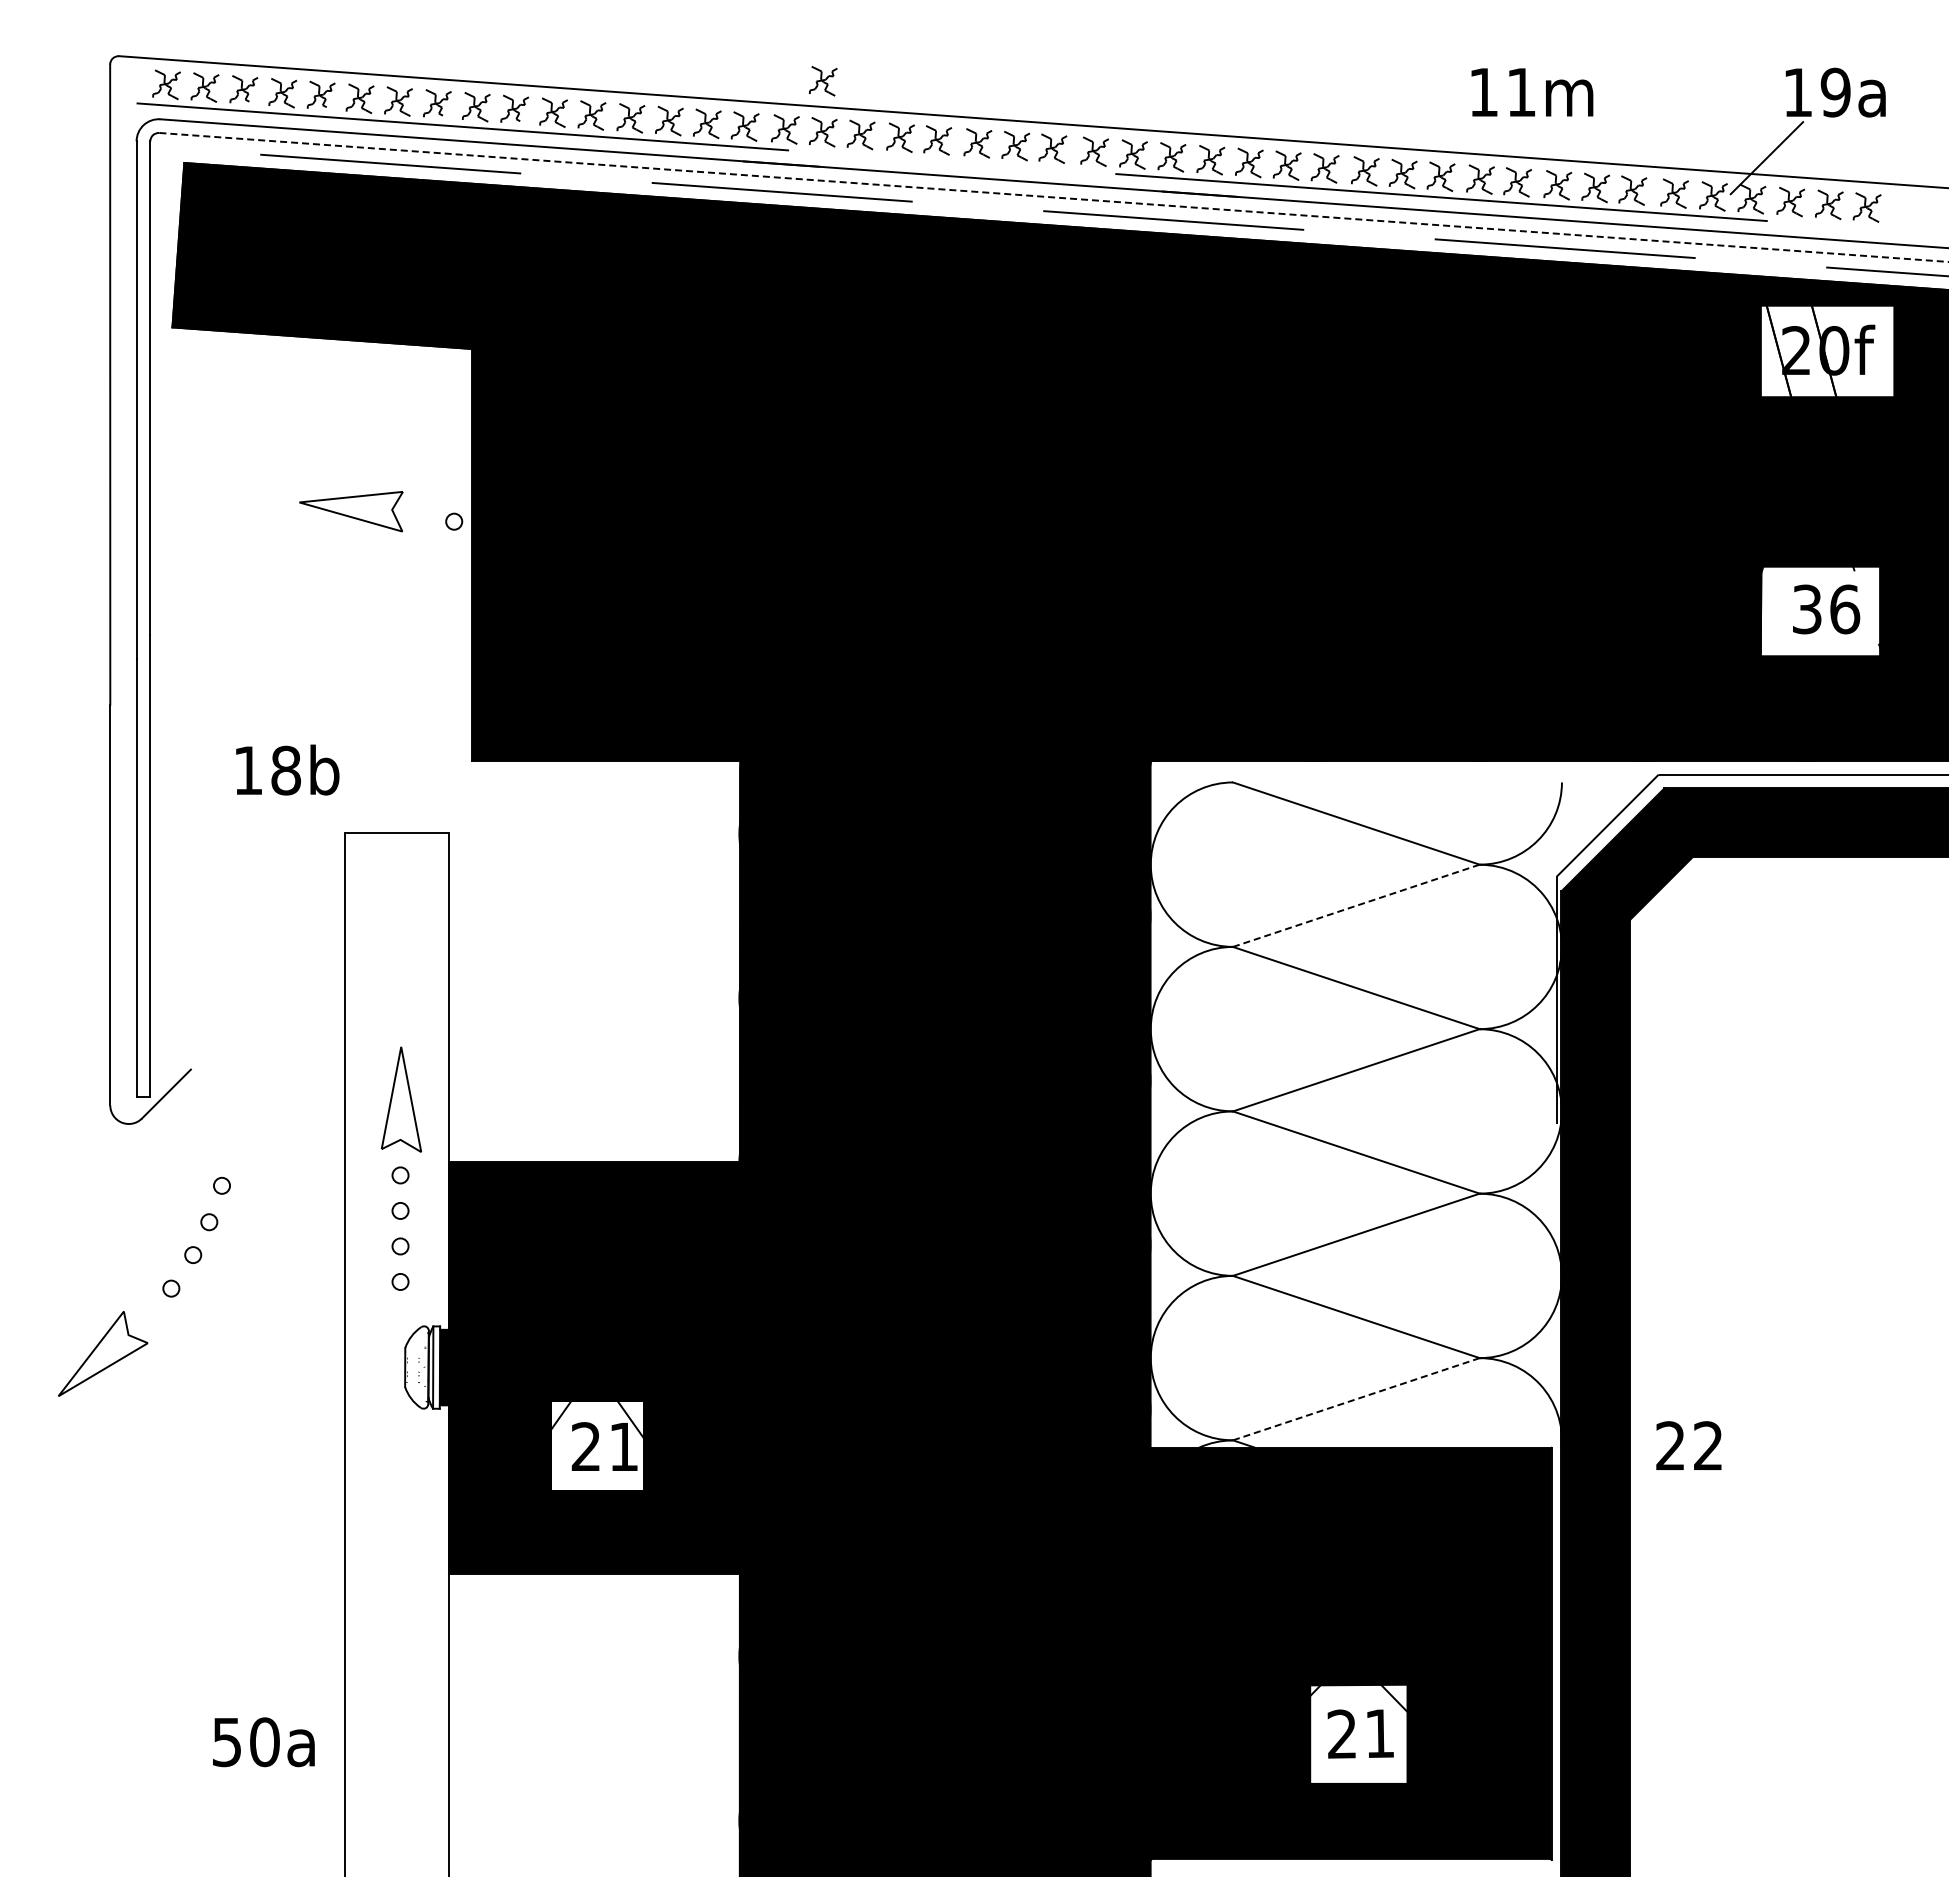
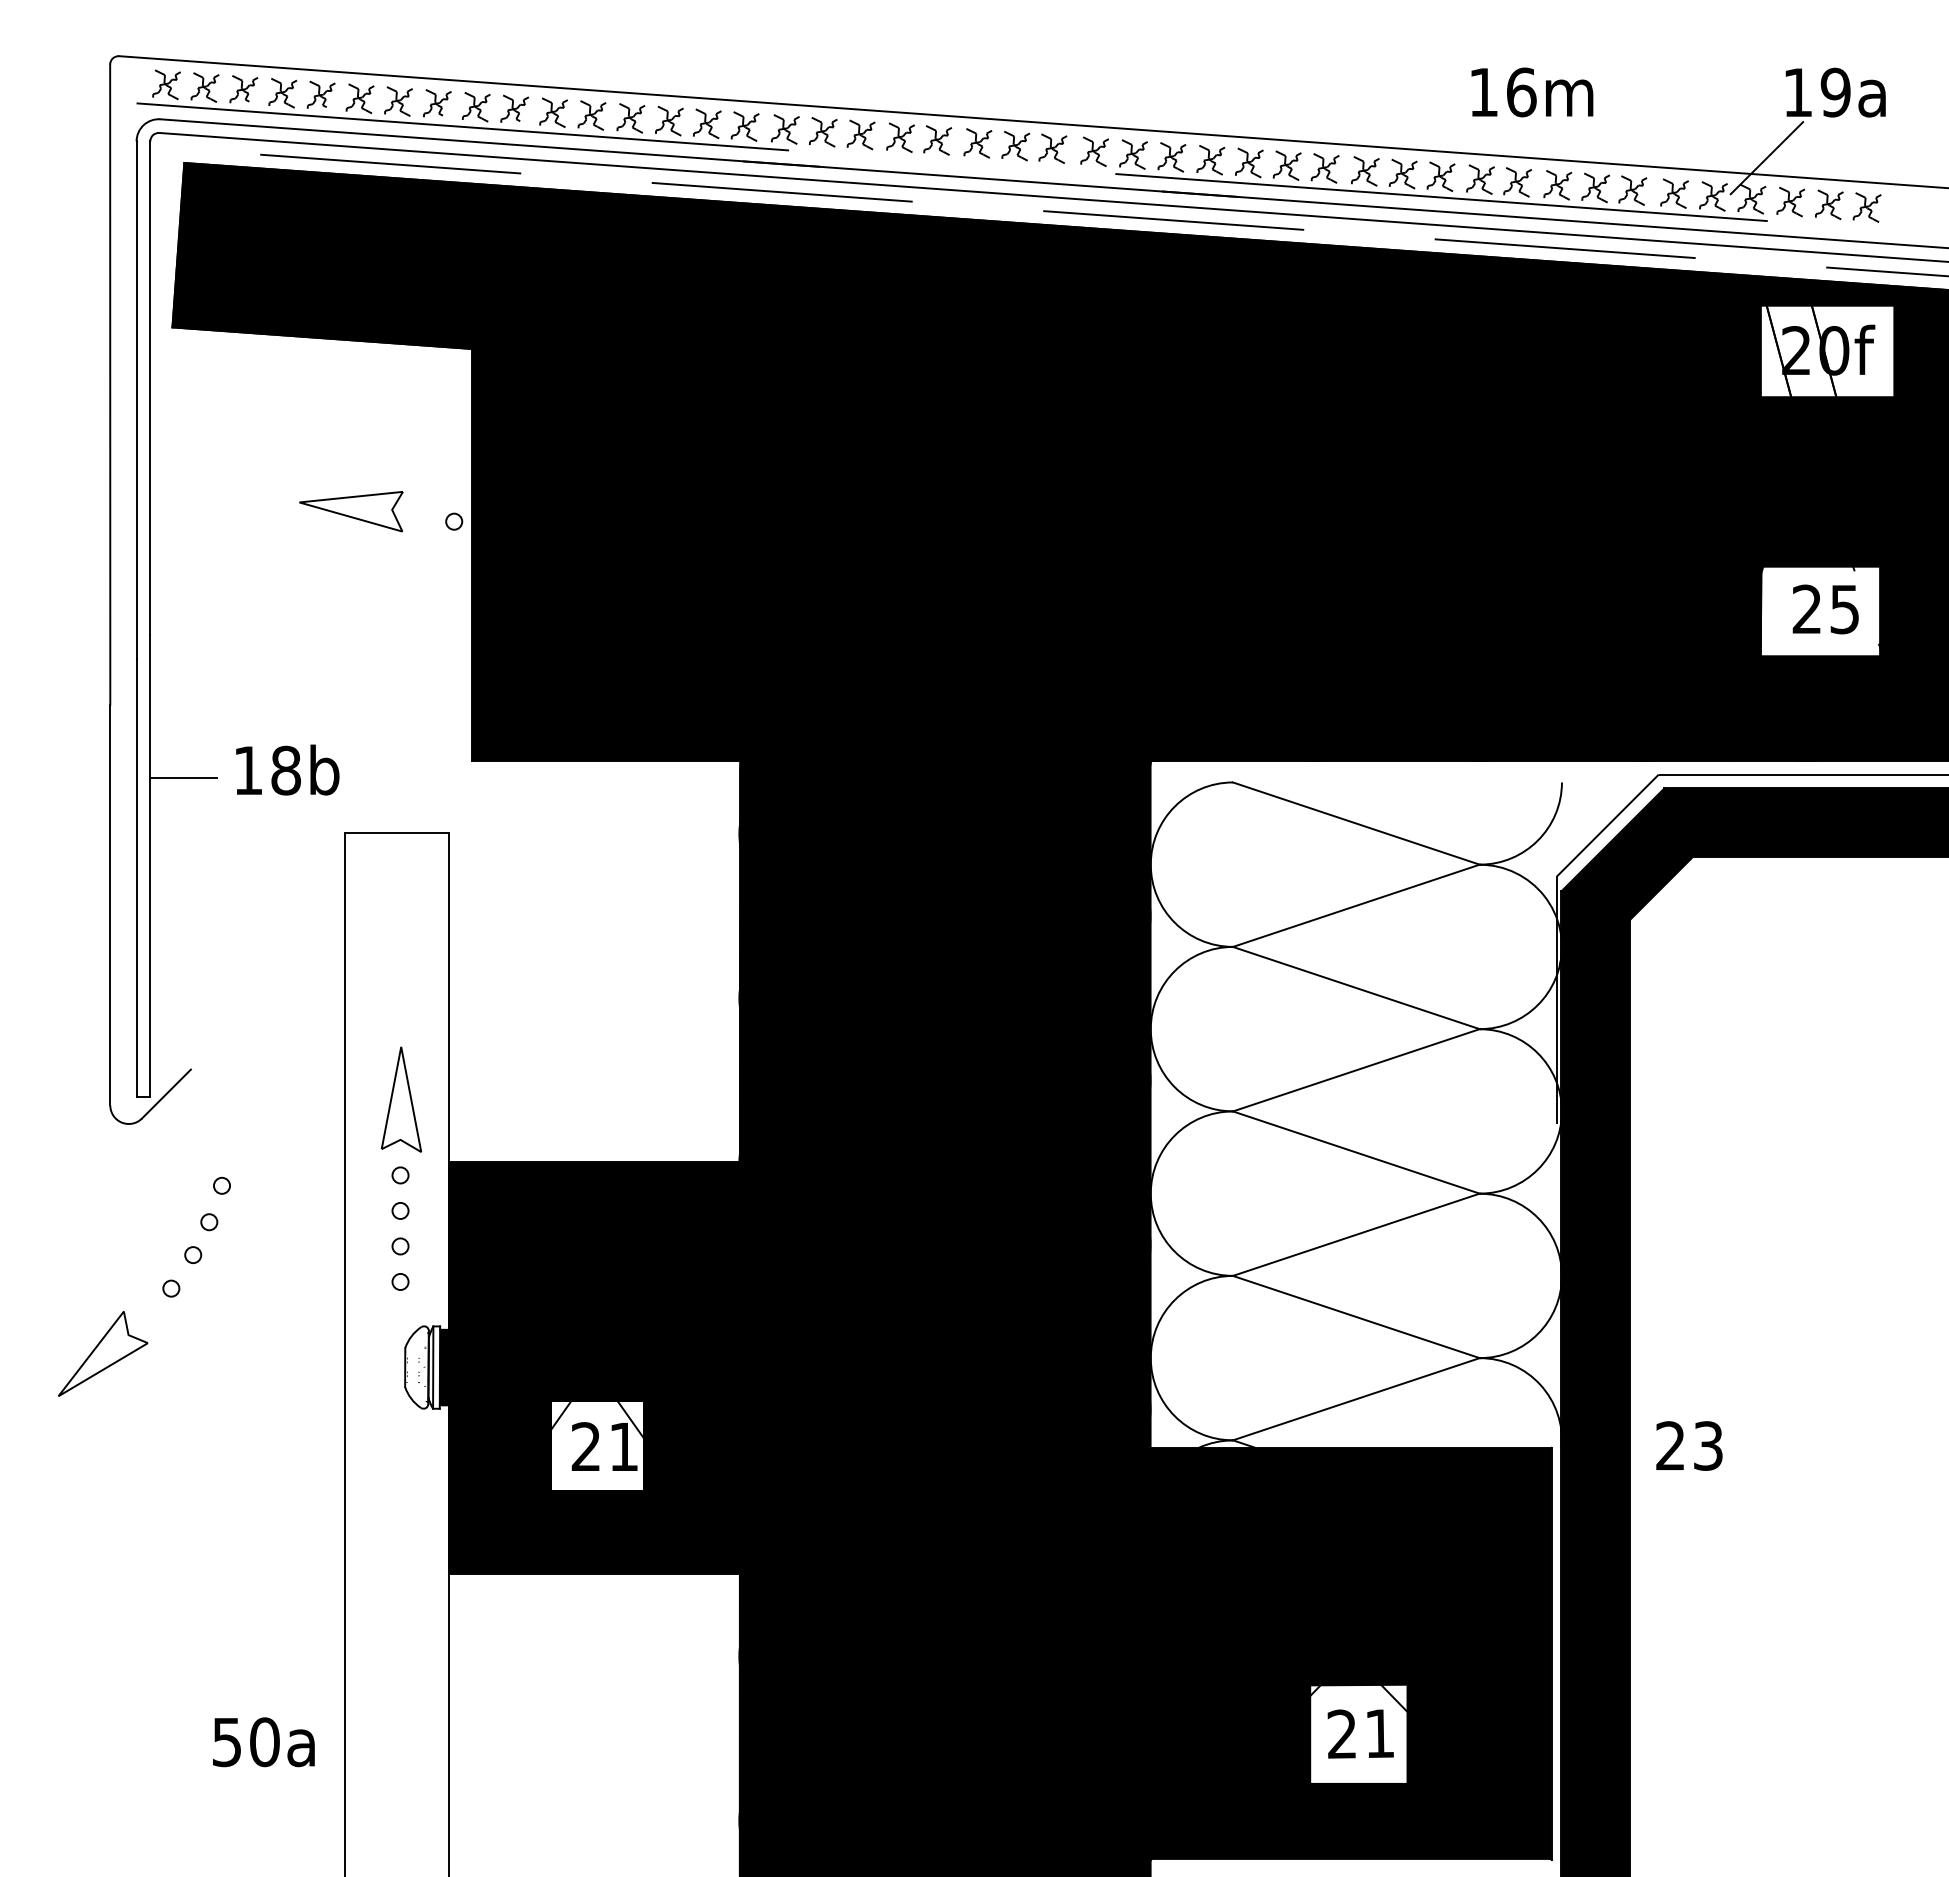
part at (822, 81): present -> none
text at (1521, 92): 11m -> 16m
line at (1054, 197): dashed -> solid
text at (1826, 609): 36 -> 25
line at (183, 778): none -> present
line at (1356, 905): dashed -> solid
line at (1355, 1399): dashed -> solid
text at (1708, 1445): 22 -> 23
